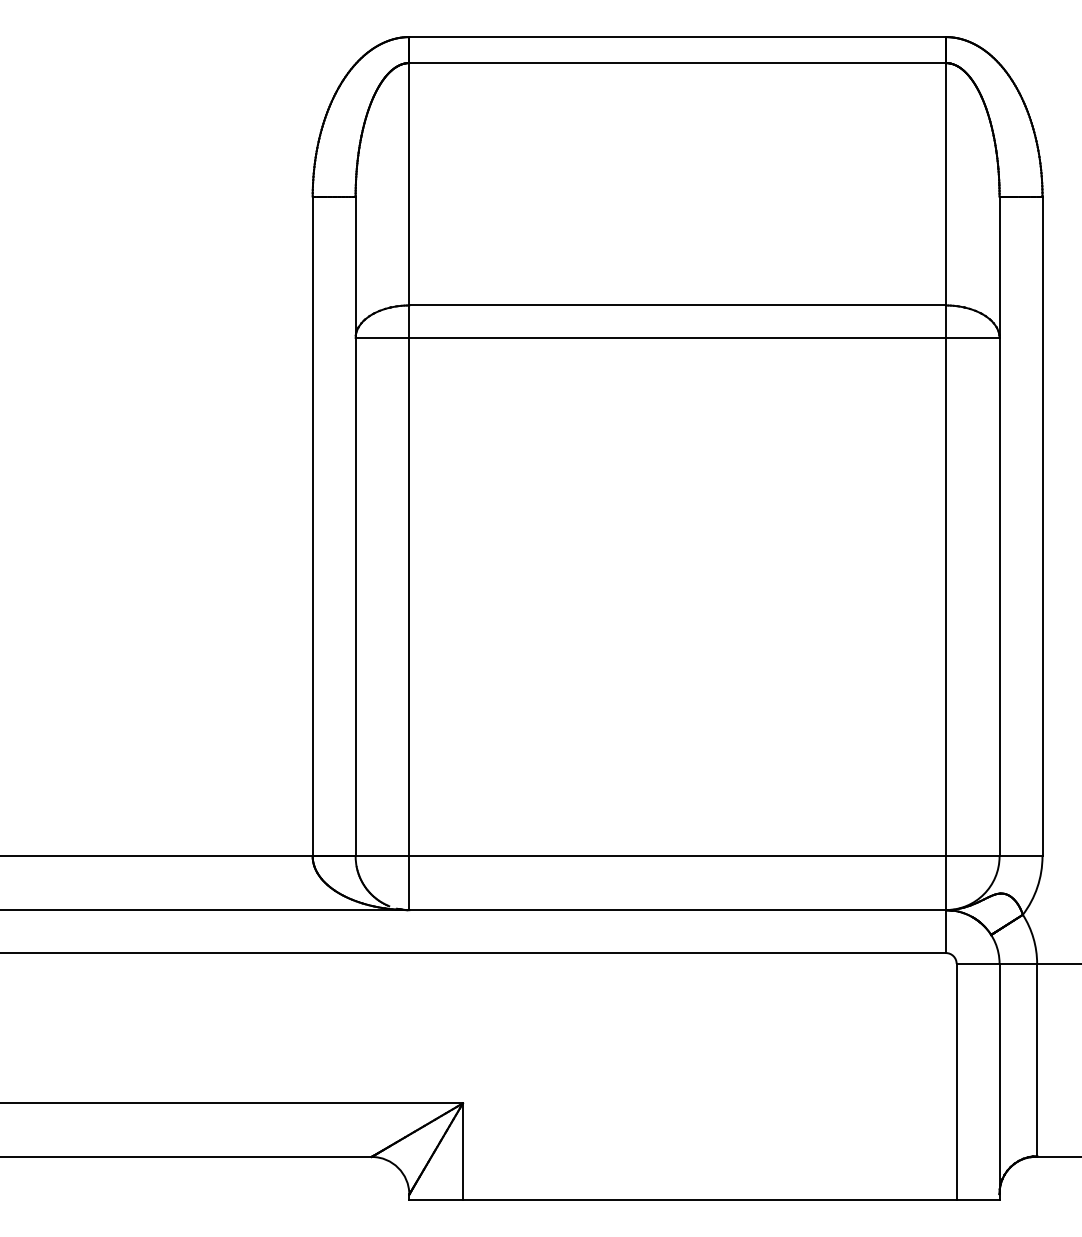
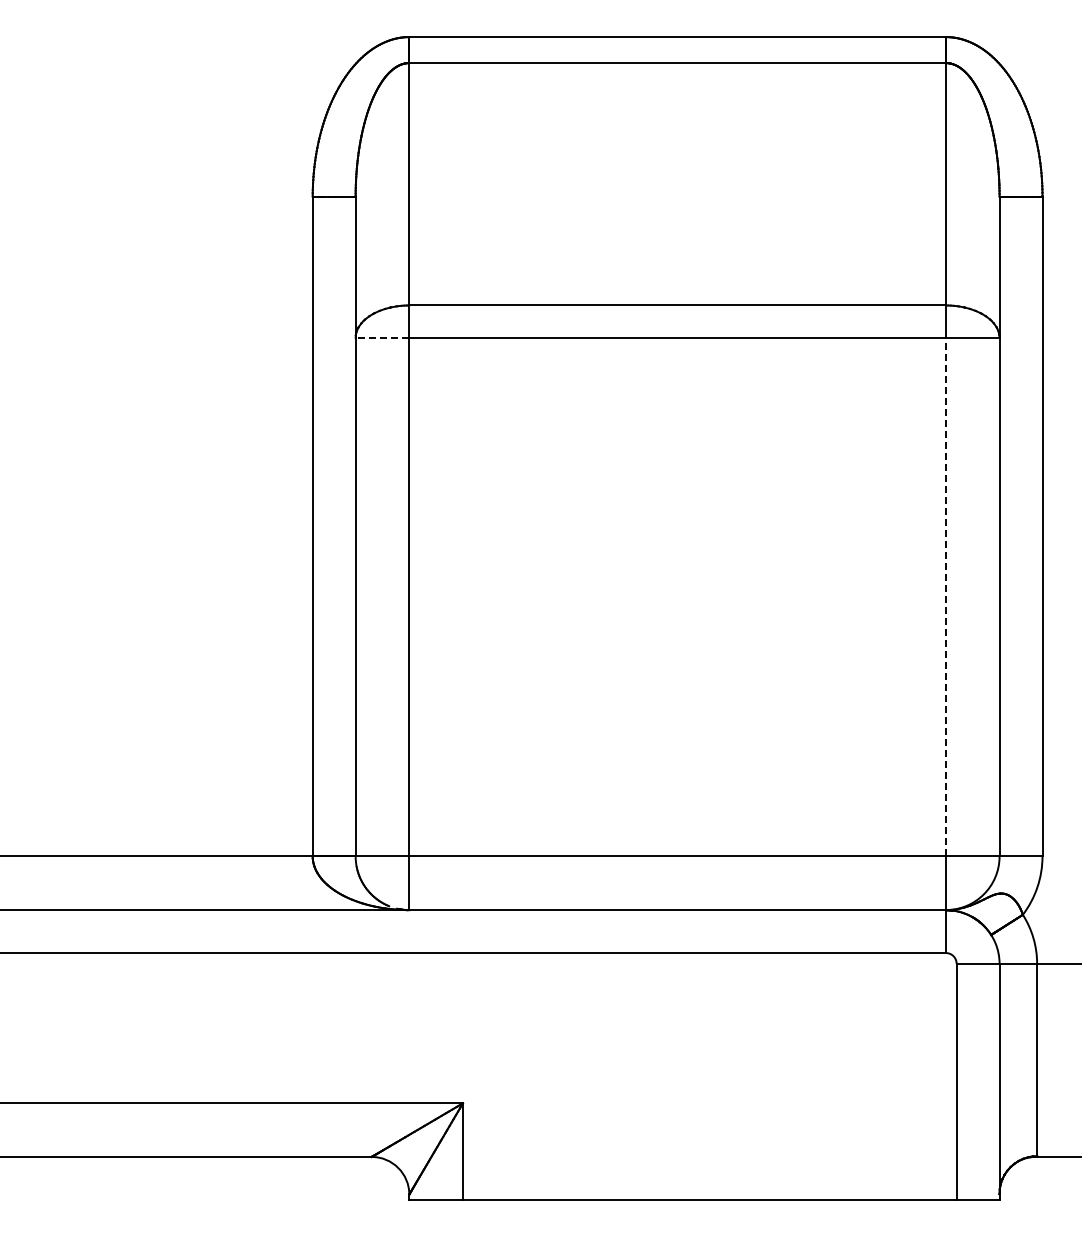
line at (382, 337): solid -> dashed
line at (945, 596): solid -> dashed
